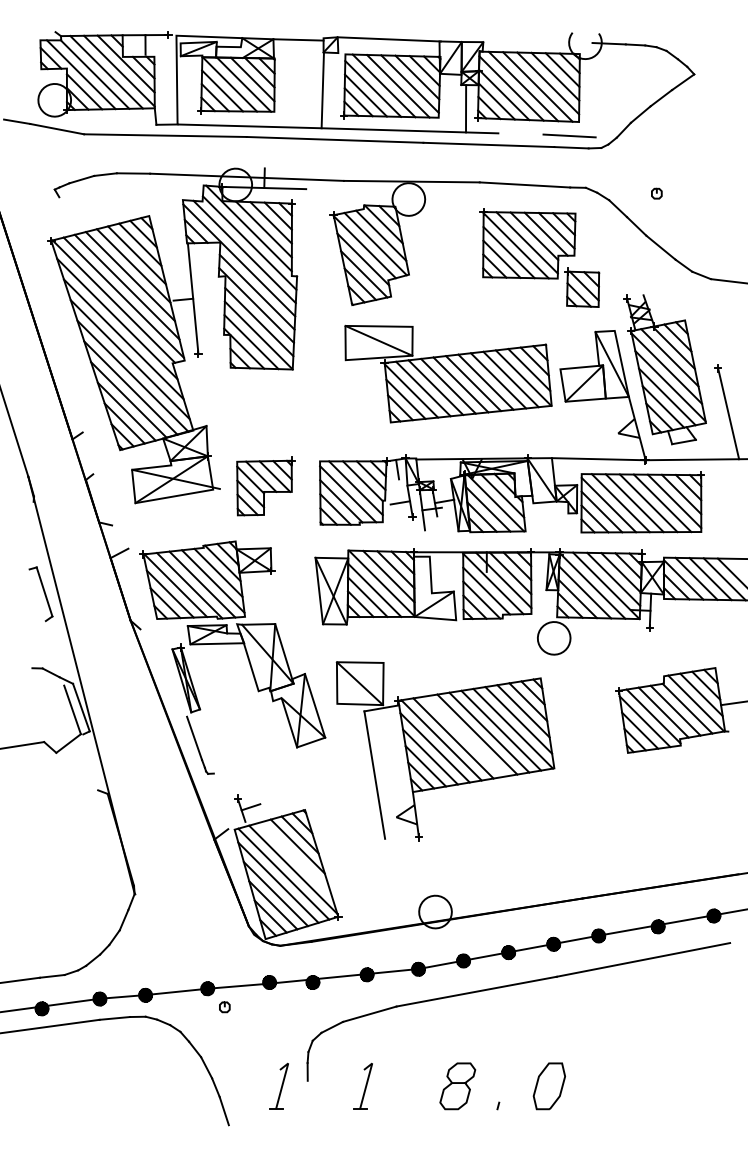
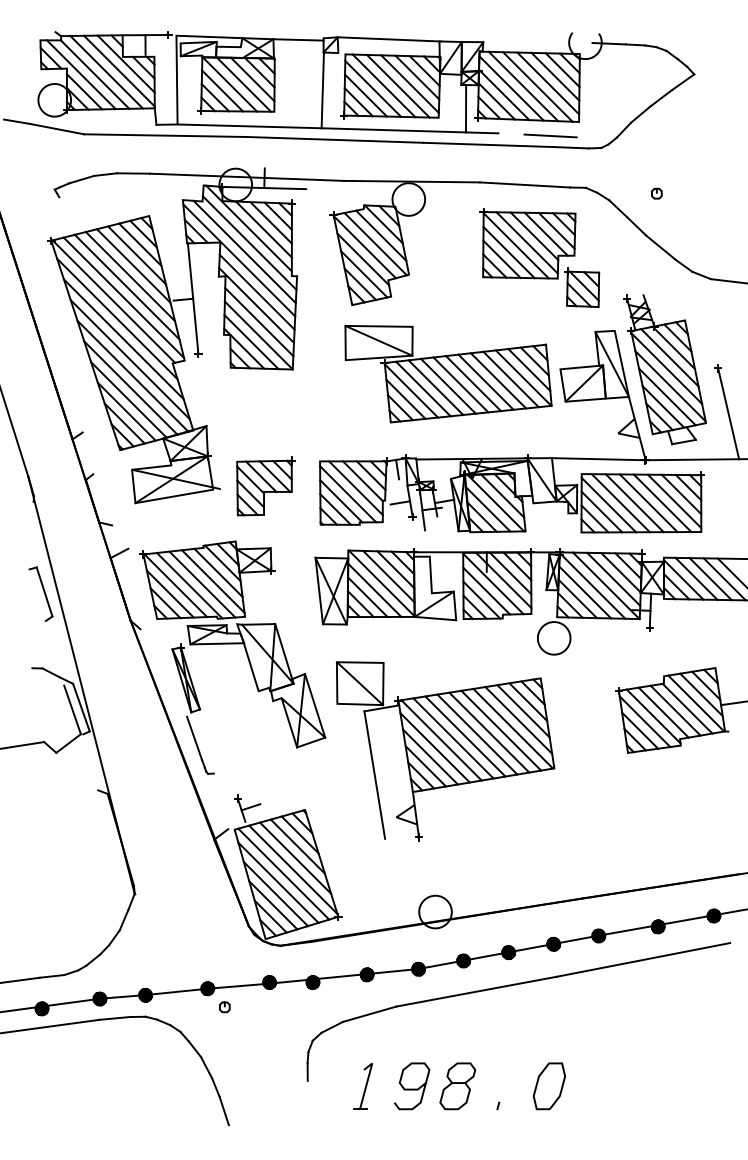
line at (569, 135) position: (569, 135) -> (550, 135)
line at (465, 736): none -> present
line at (295, 857): none -> present
part at (278, 1085): present -> none
curve at (412, 1088): none -> present
